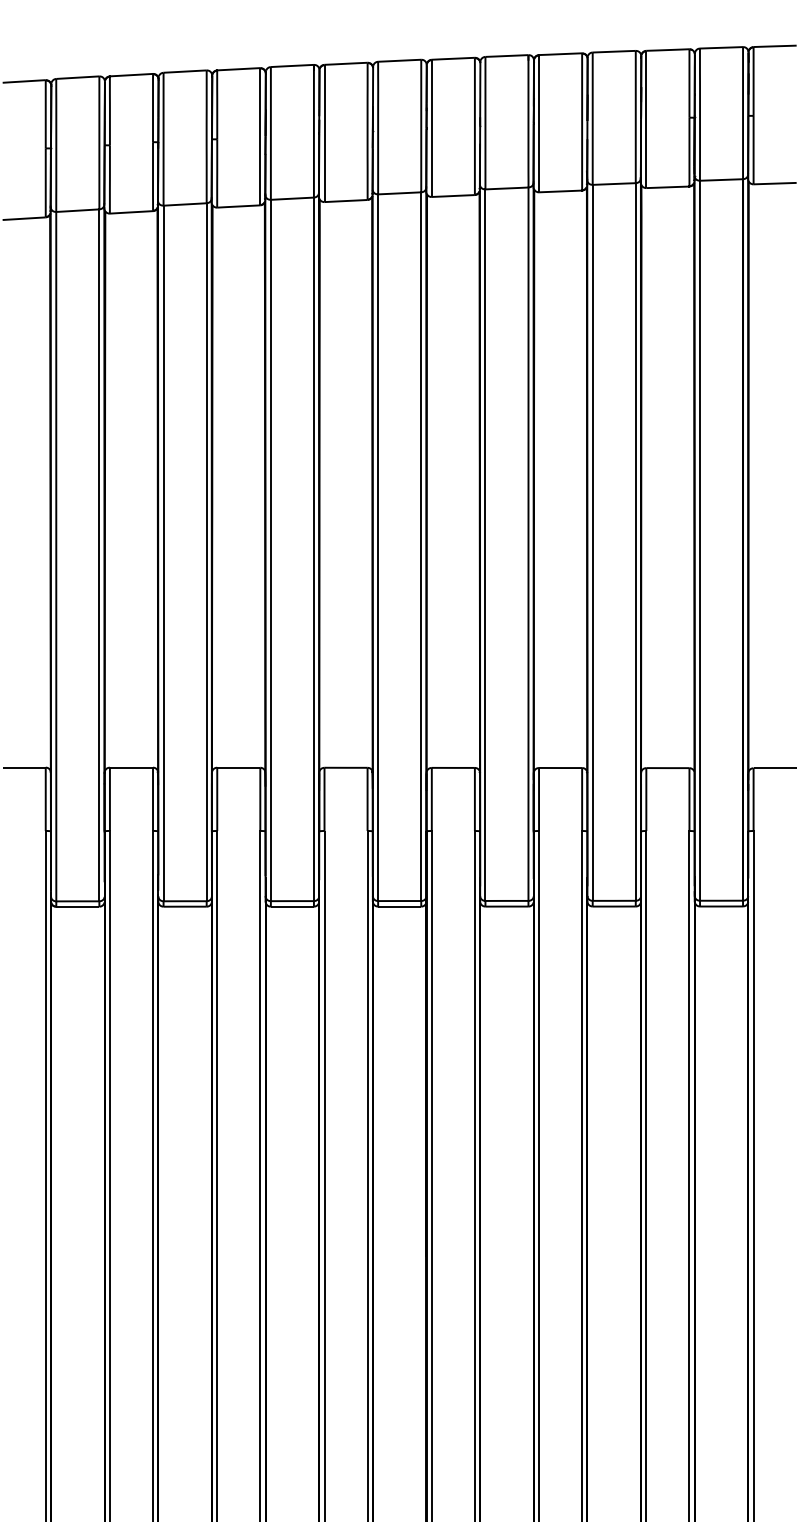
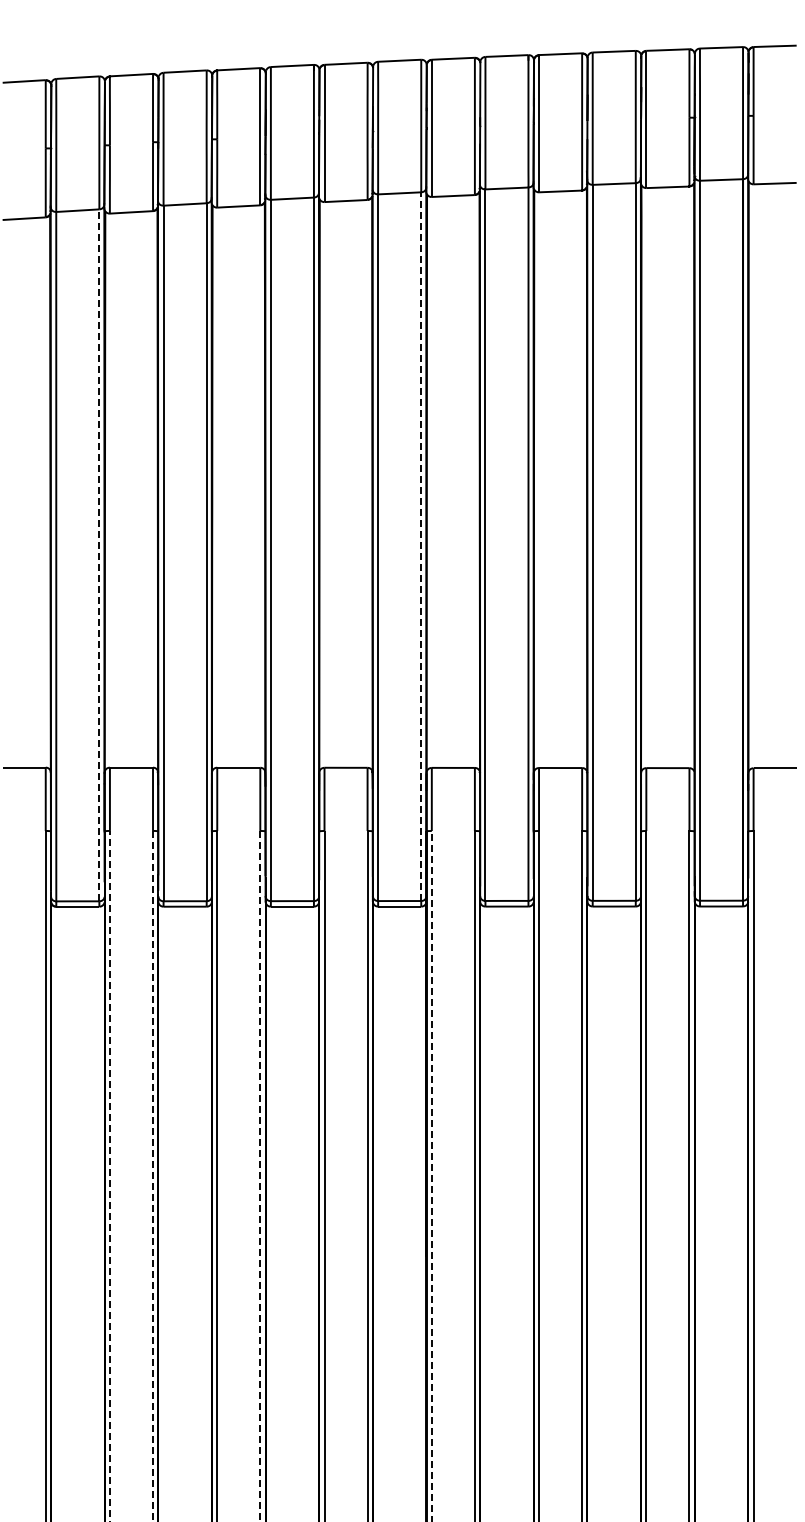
line at (421, 546): solid -> dashed
line at (99, 555): solid -> dashed
line at (109, 1175): solid -> dashed
line at (431, 1175): solid -> dashed
line at (153, 1176): solid -> dashed
line at (260, 1176): solid -> dashed
